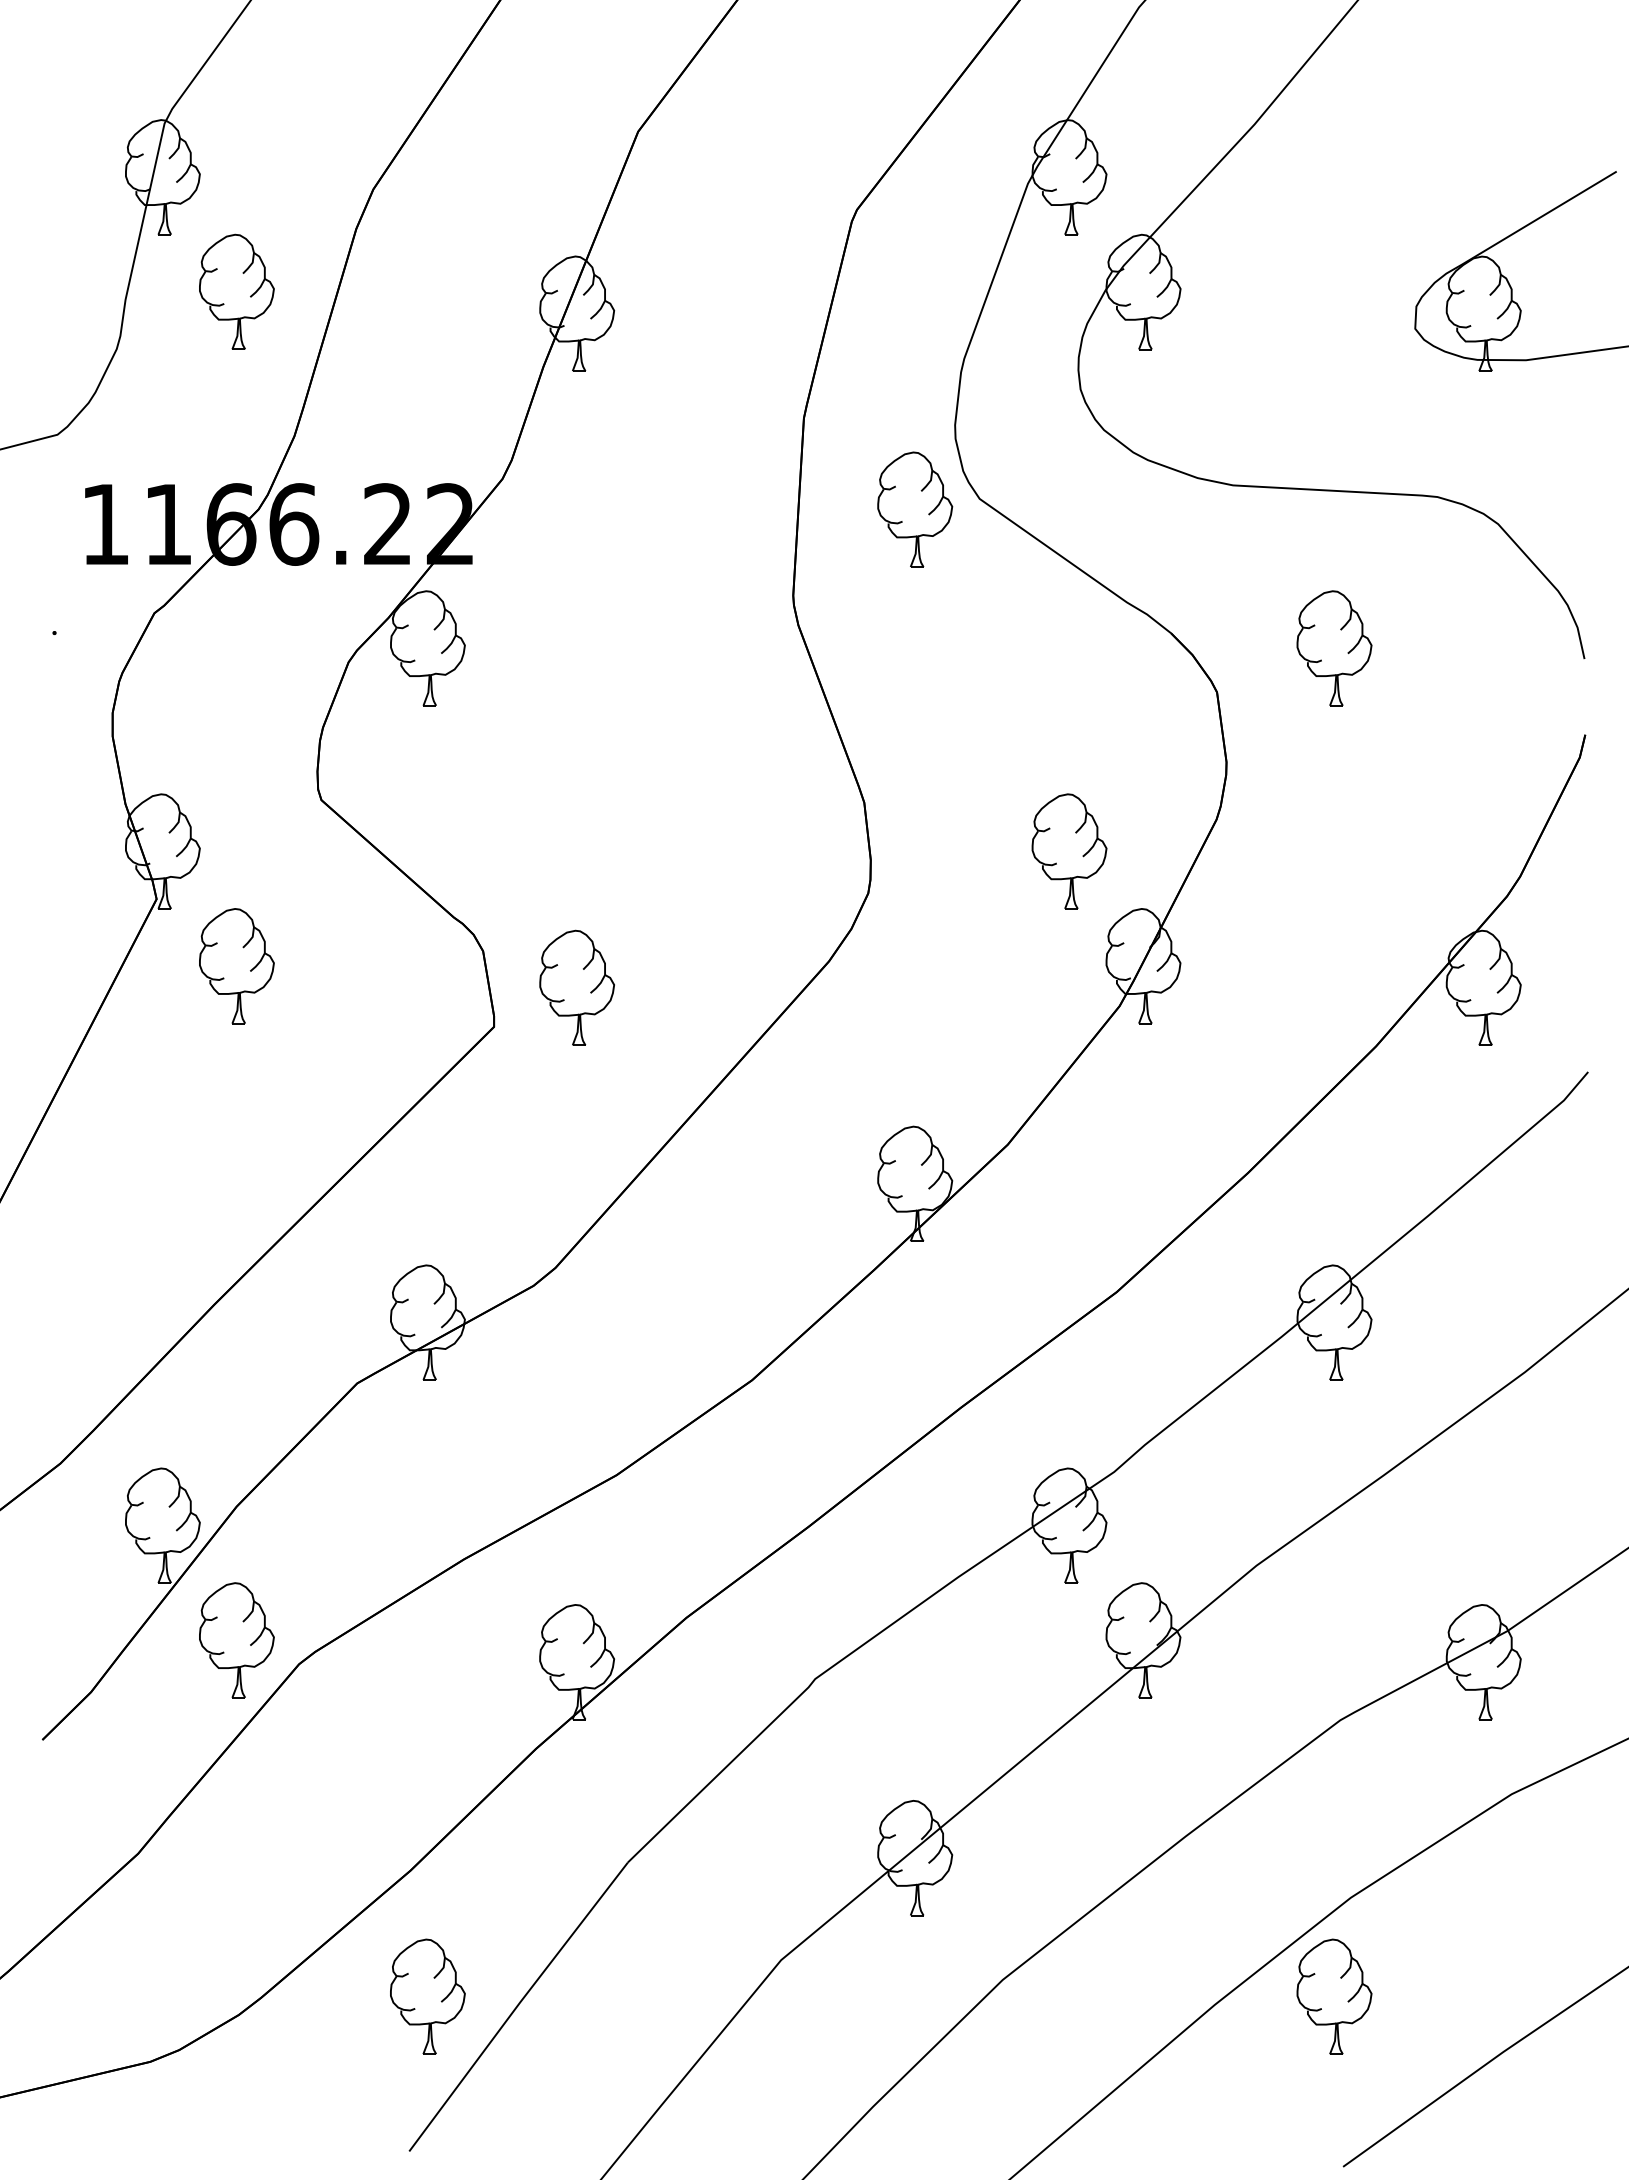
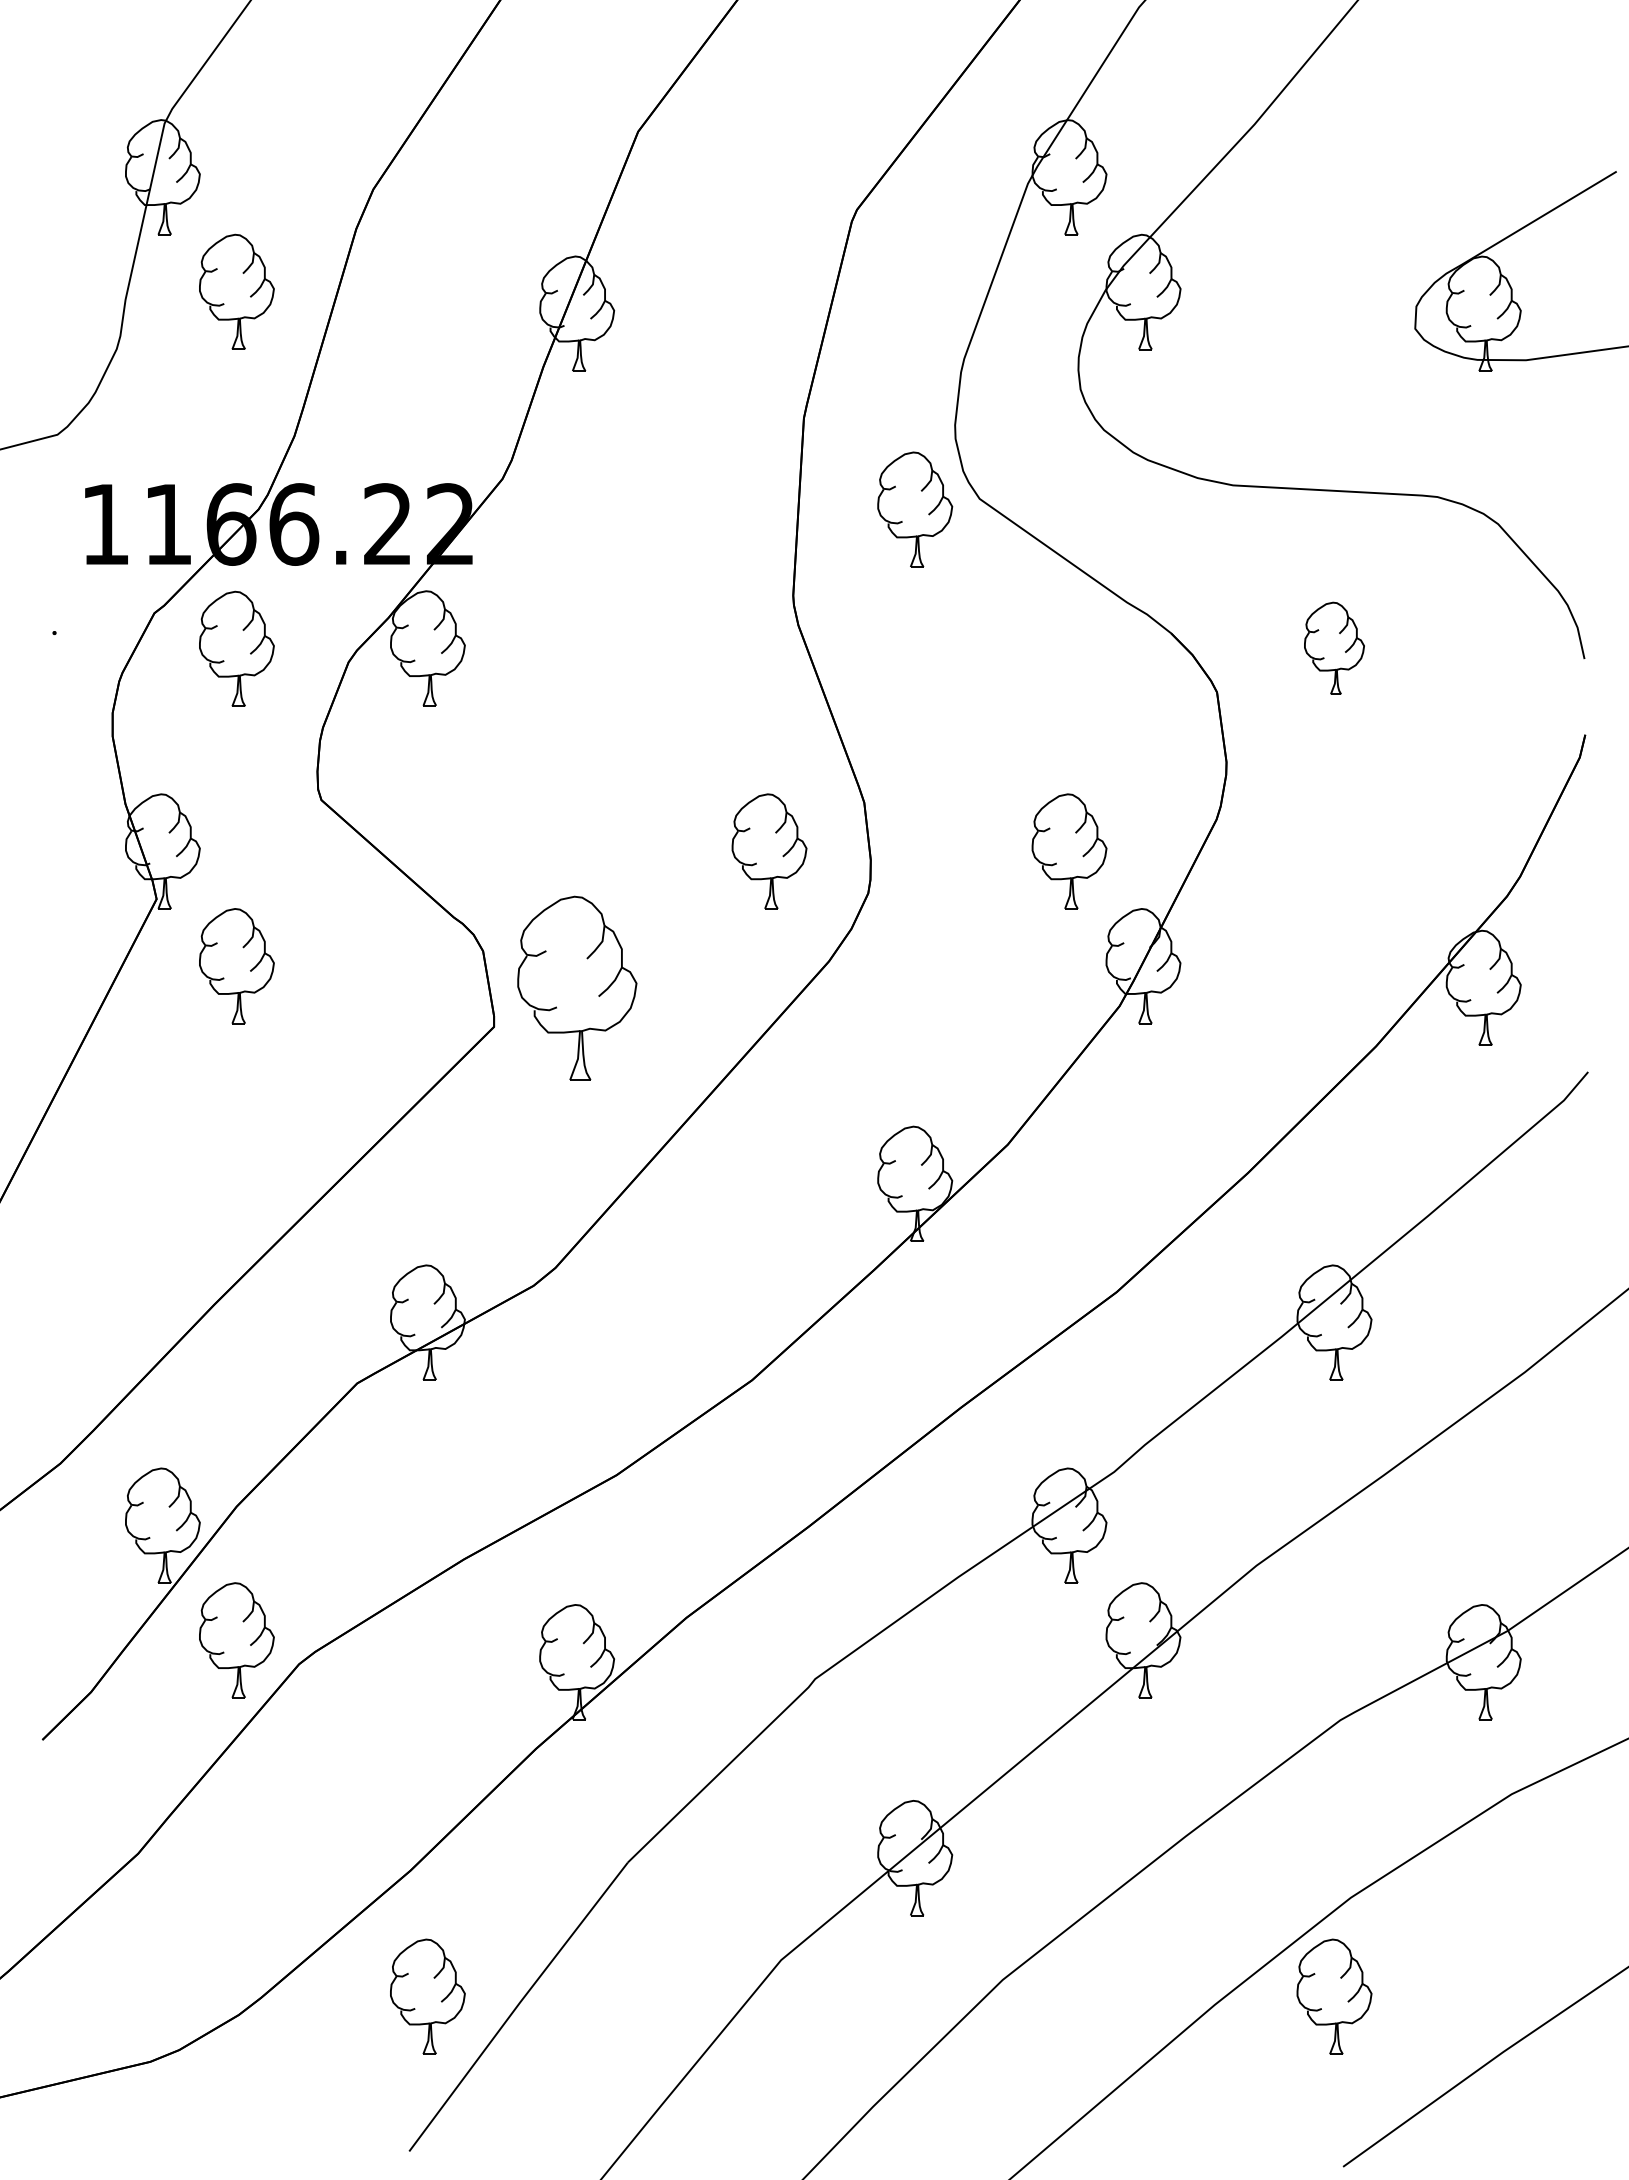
part at (236, 648): none -> present
part at (1334, 648) size: 77x117 px -> 61x94 px
part at (769, 851): none -> present
part at (576, 987) size: 76x117 px -> 121x186 px
